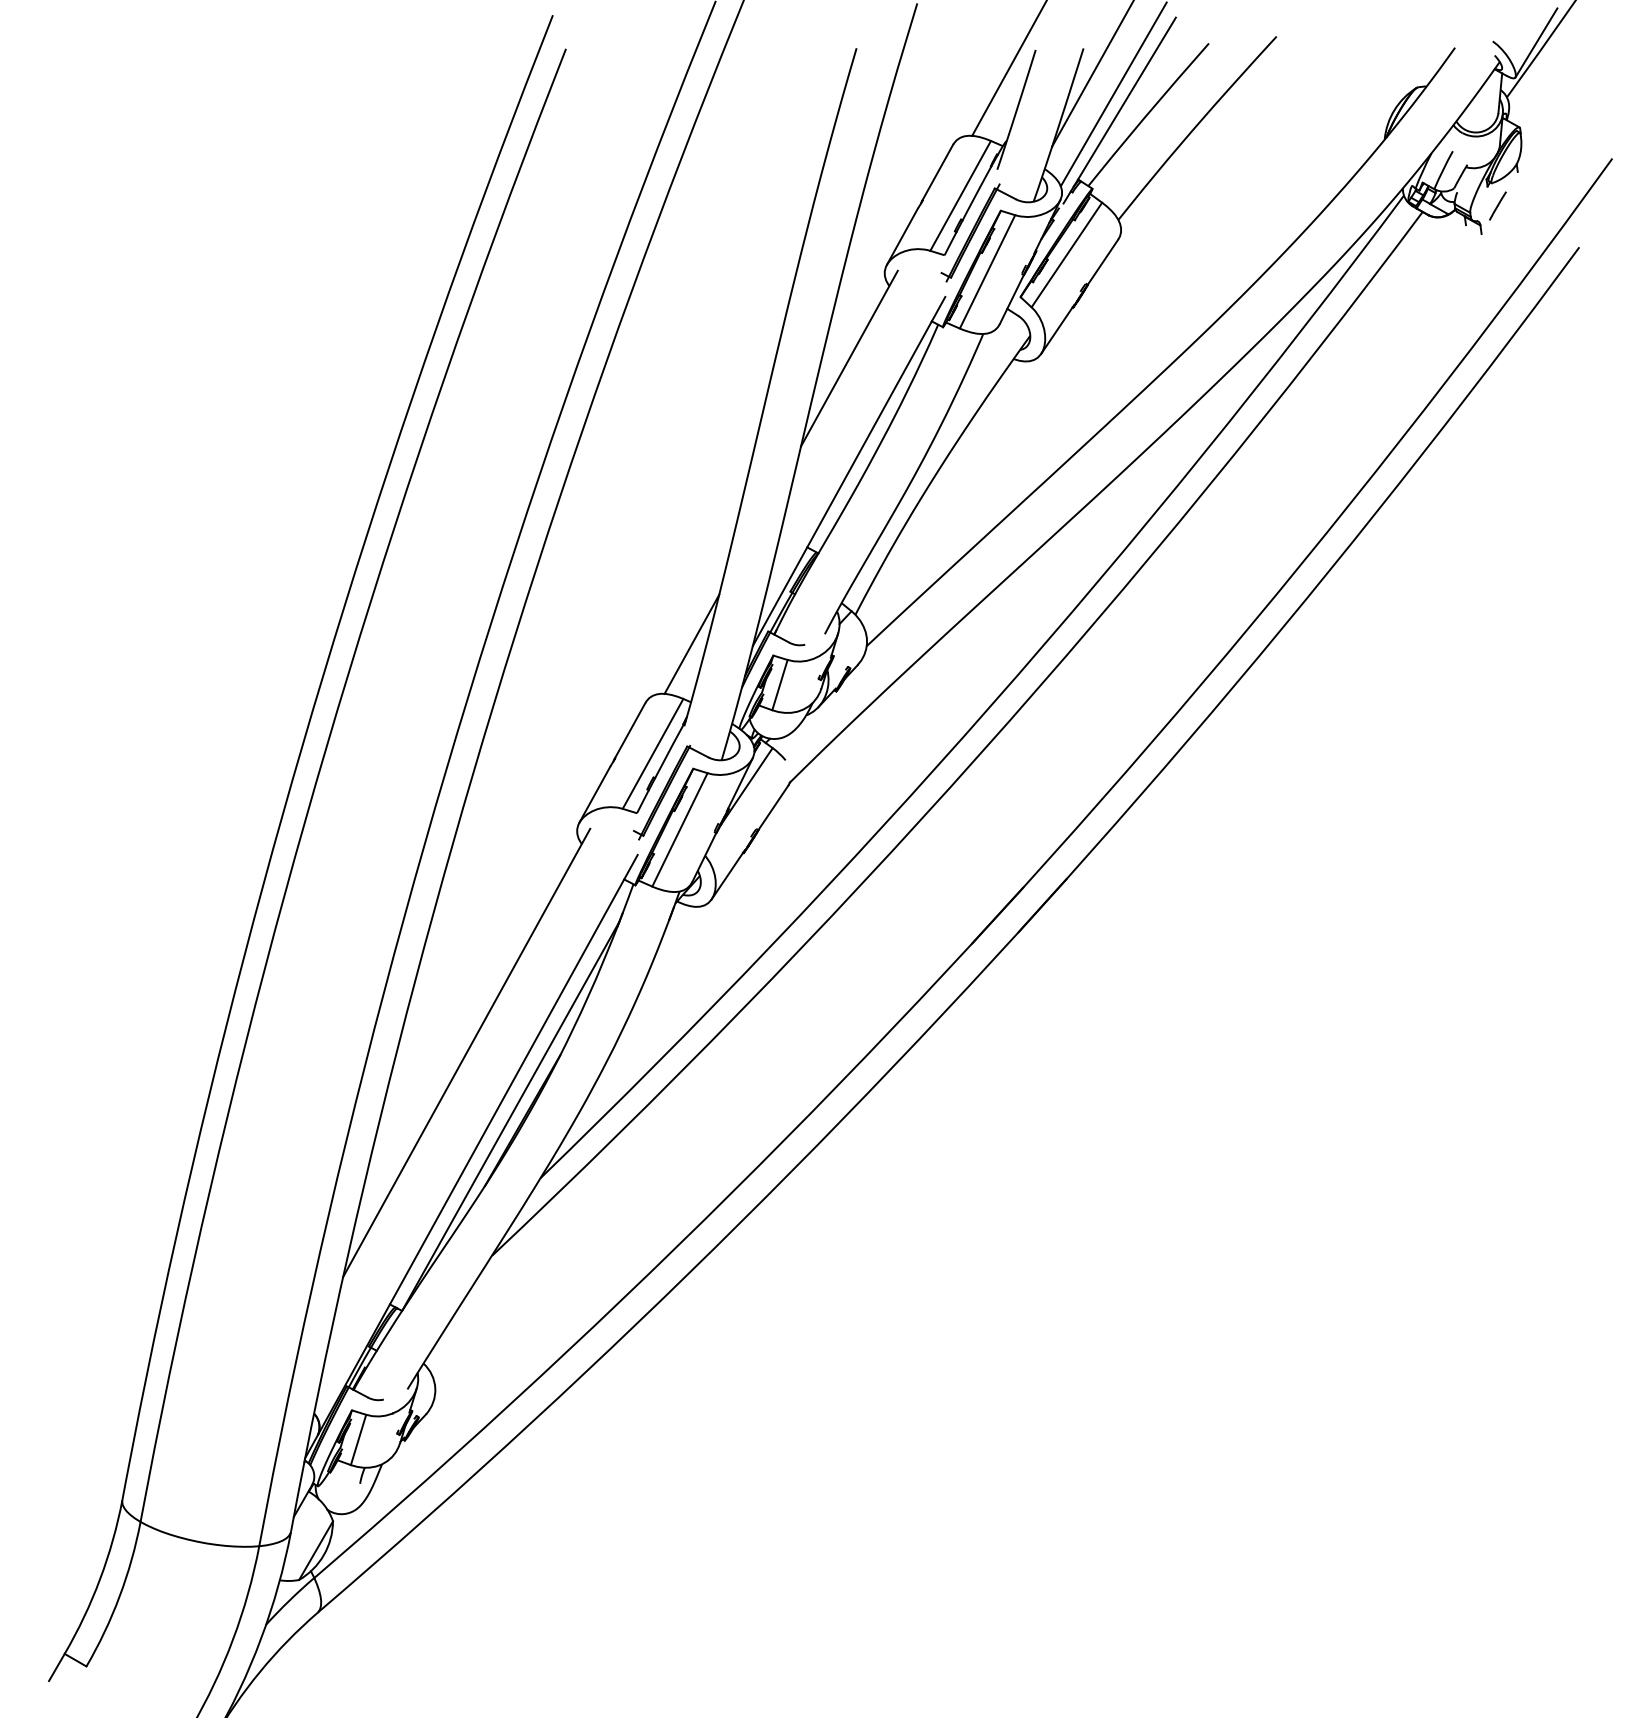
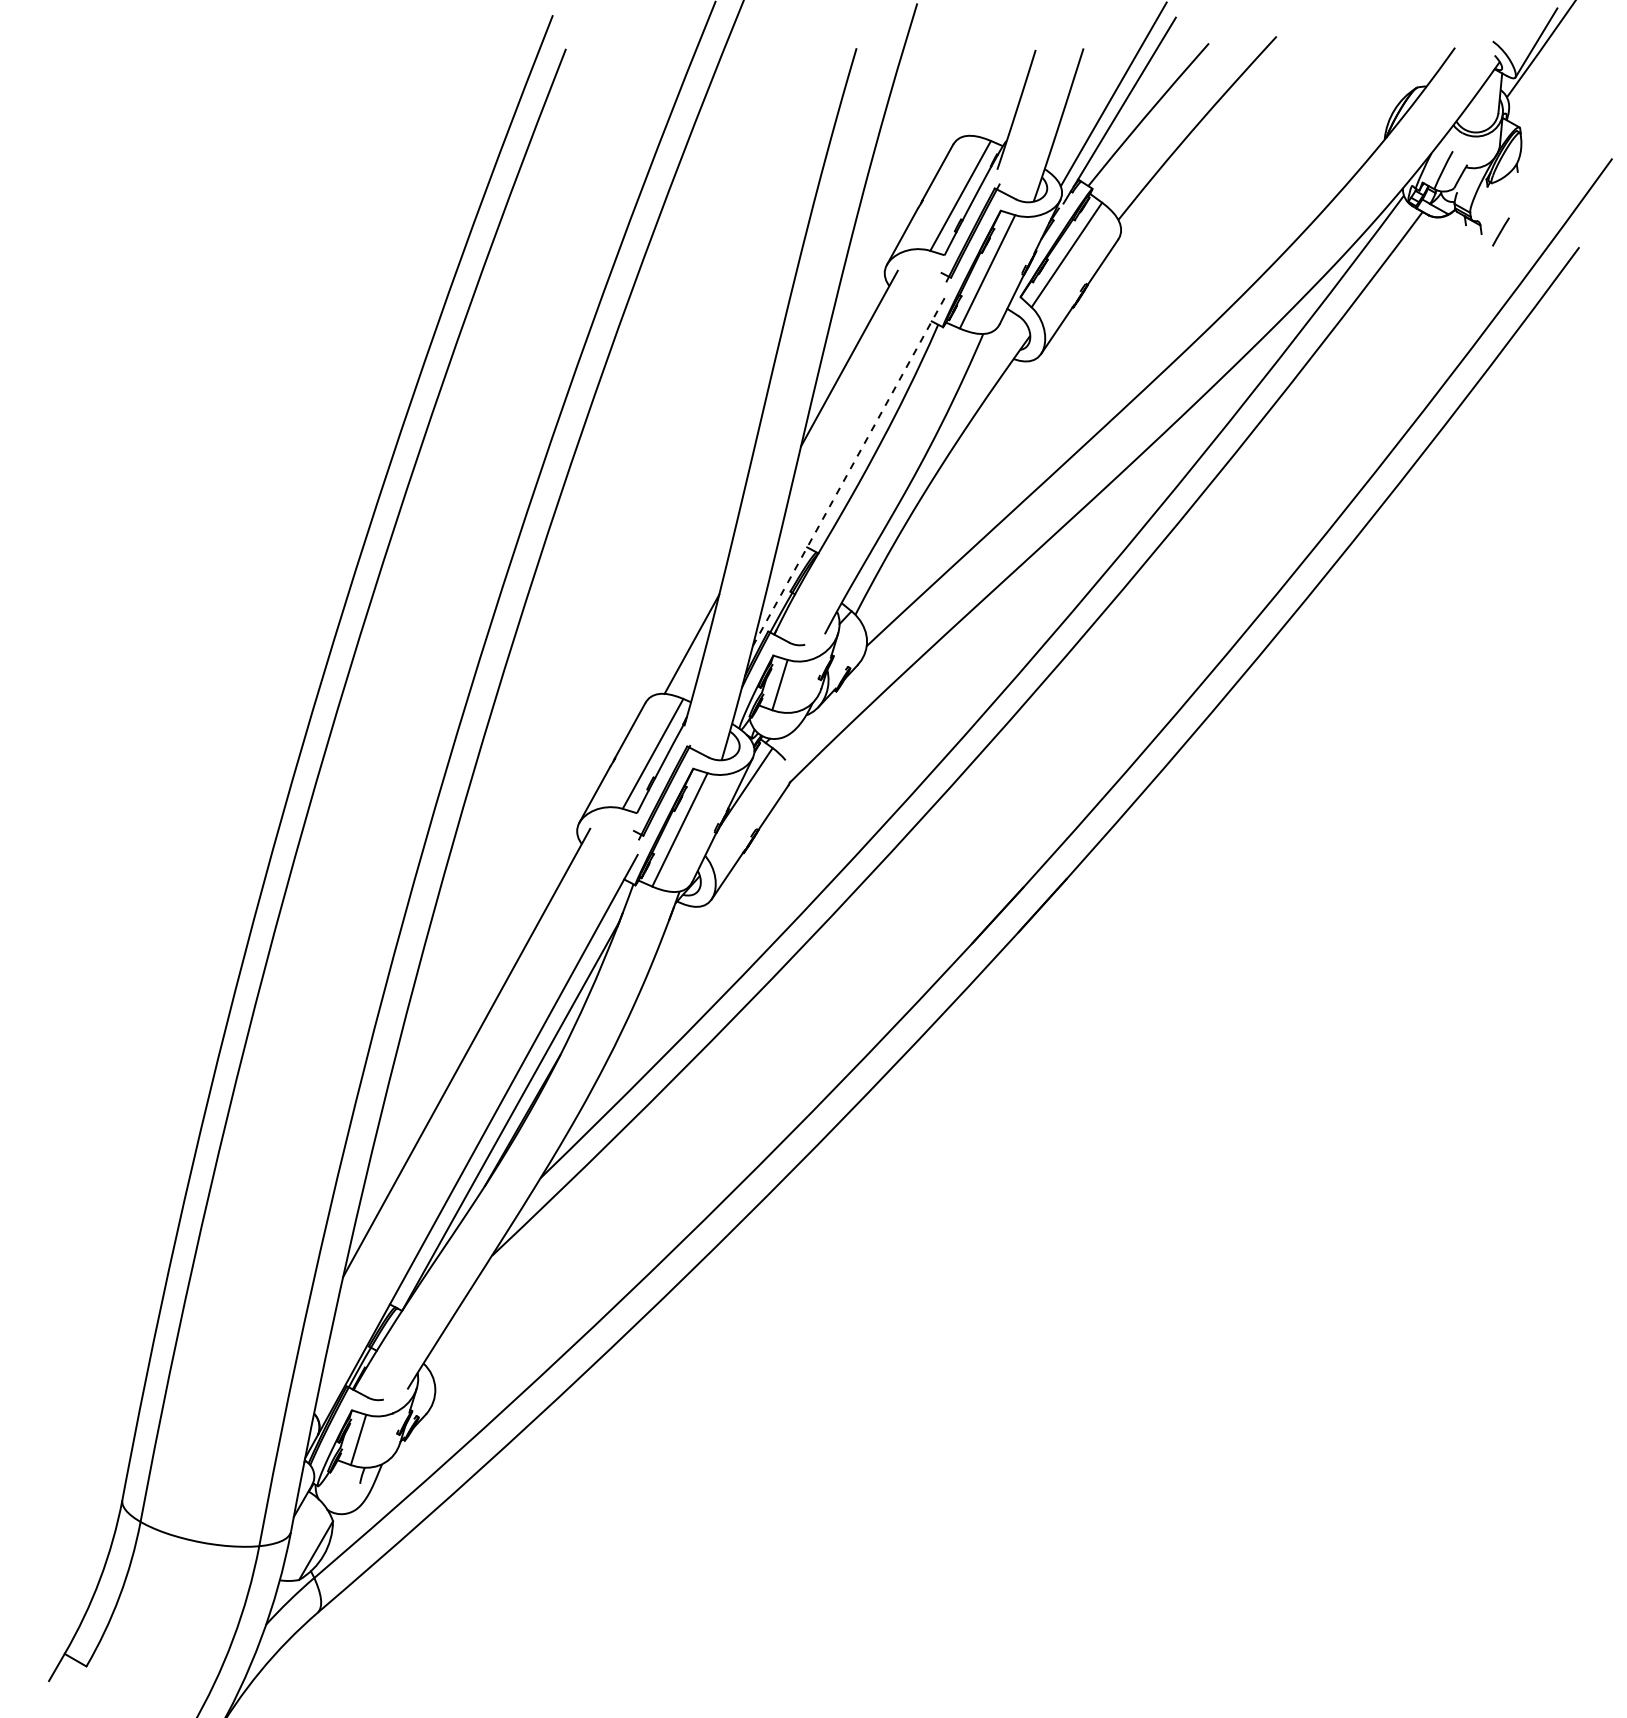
line at (1008, 68): present -> none
line at (1092, 74): present -> none
line at (1497, 205) position: (1497, 205) -> (1500, 231)
line at (849, 471): solid -> dashed
